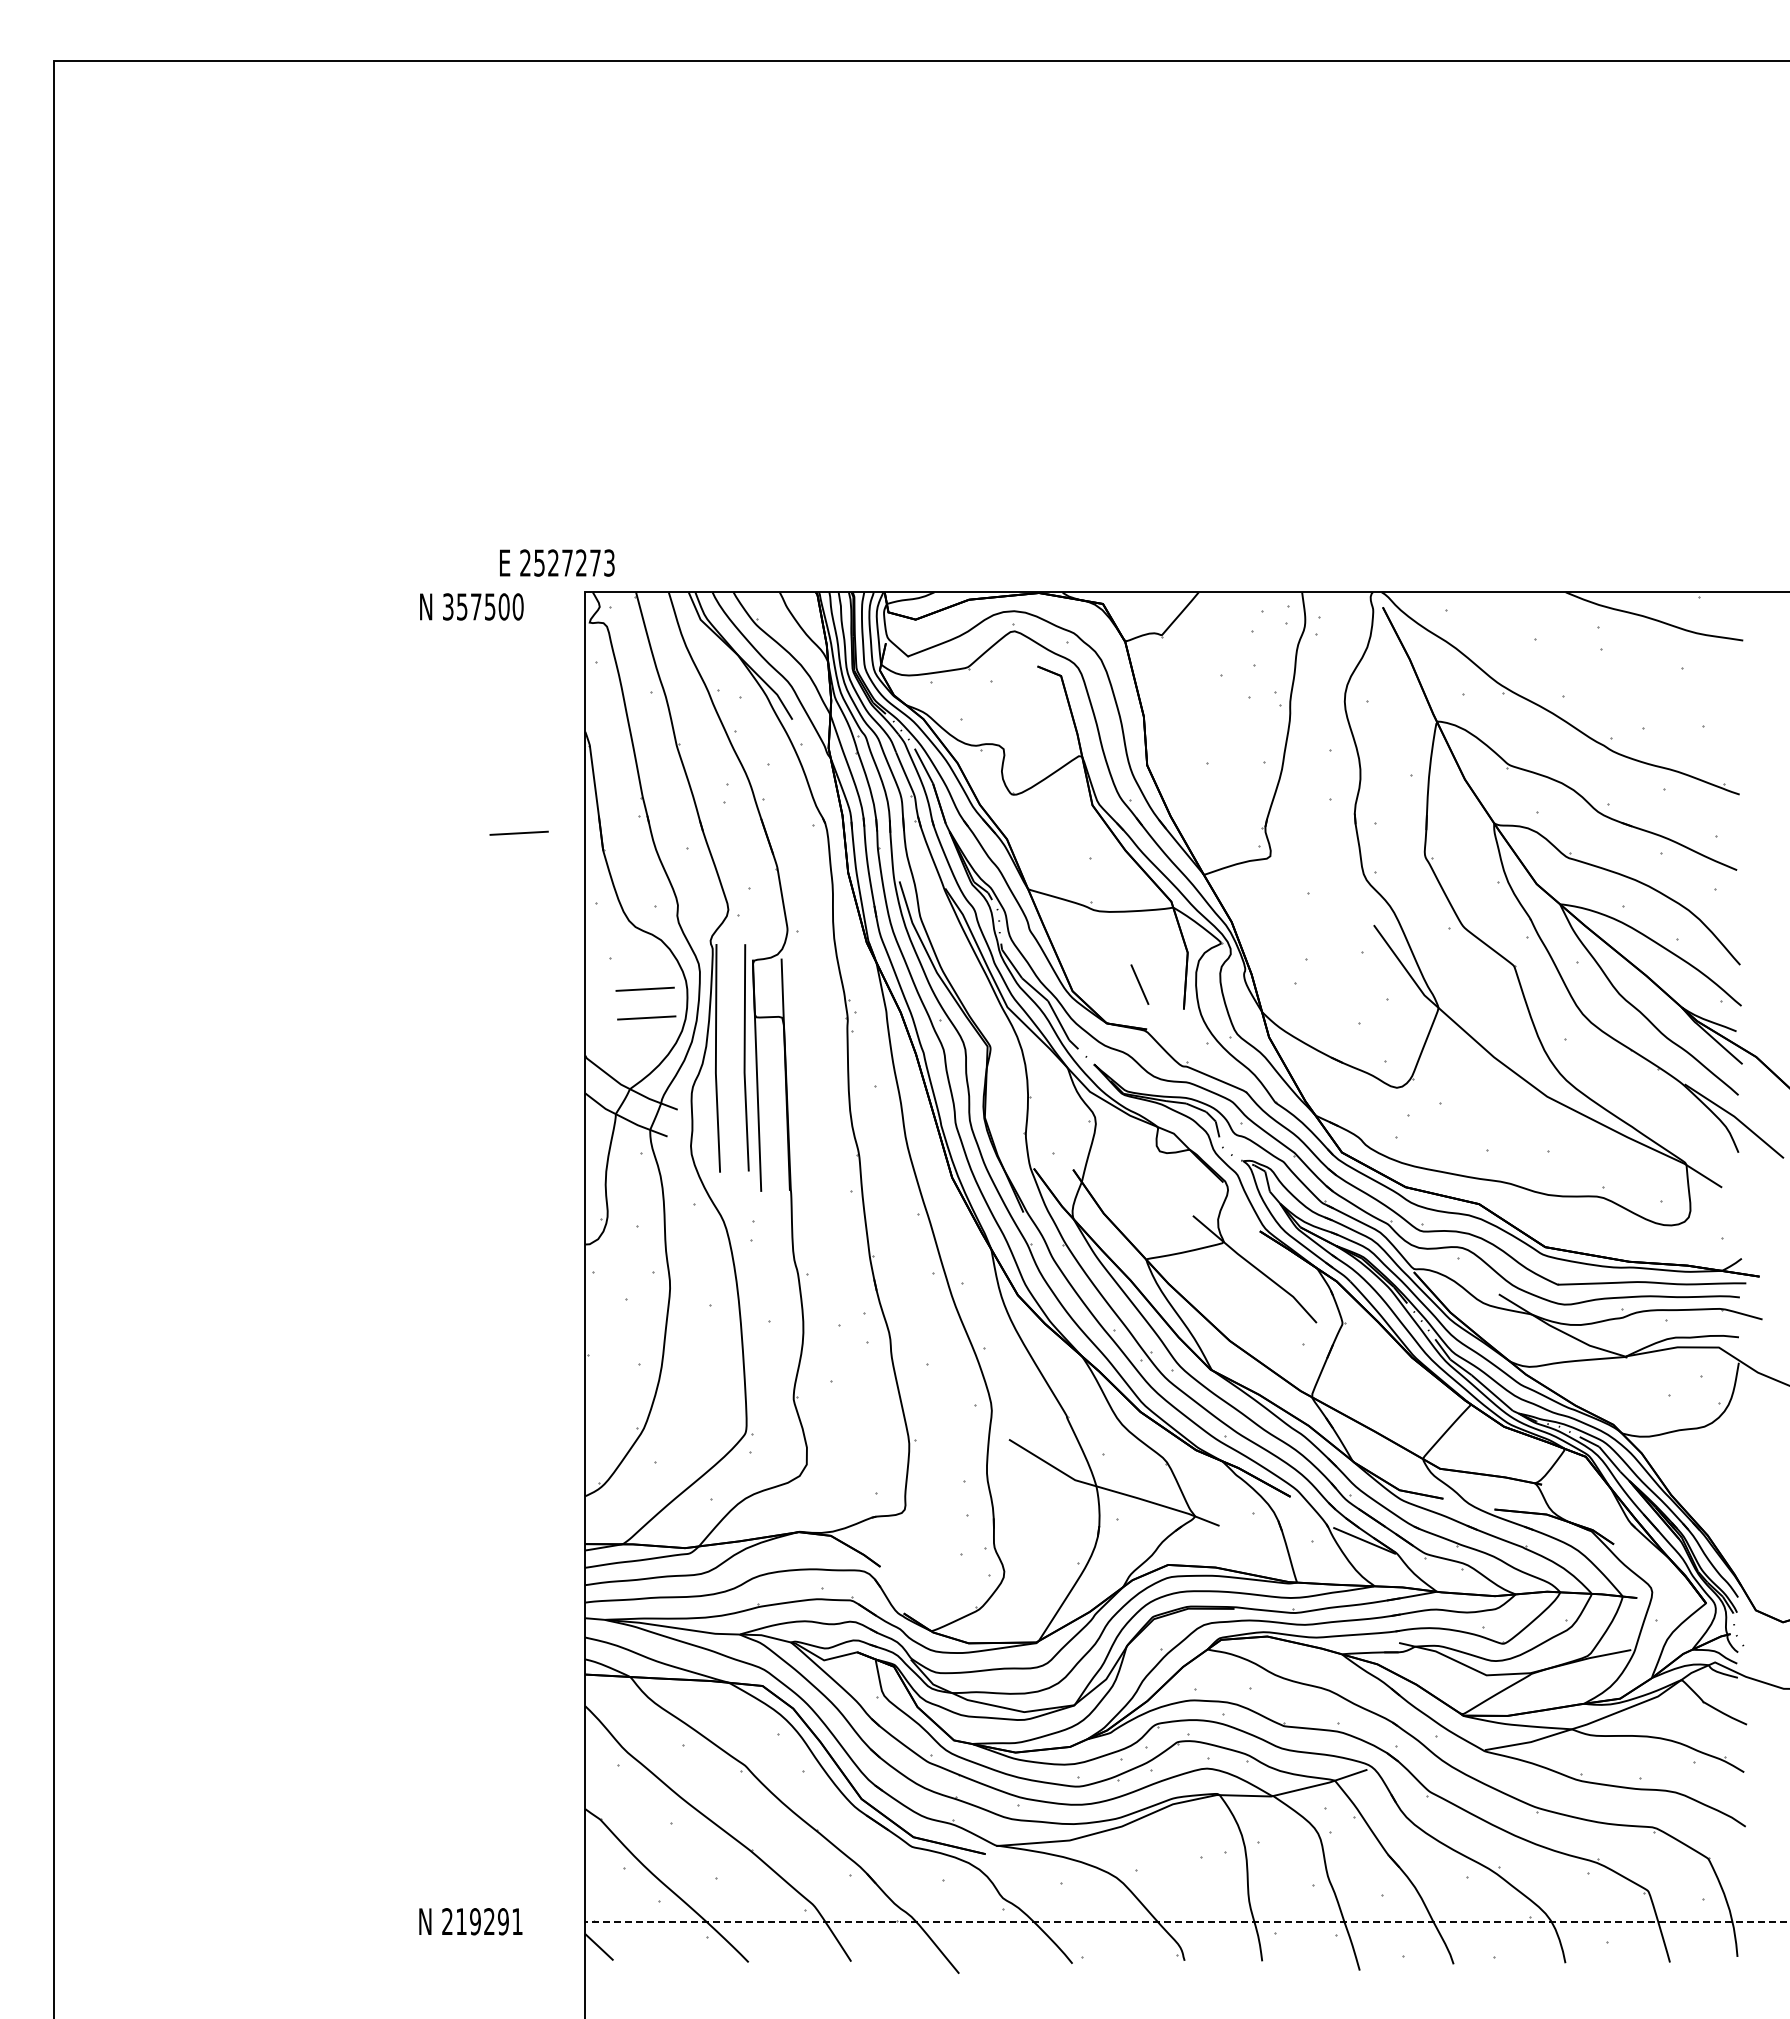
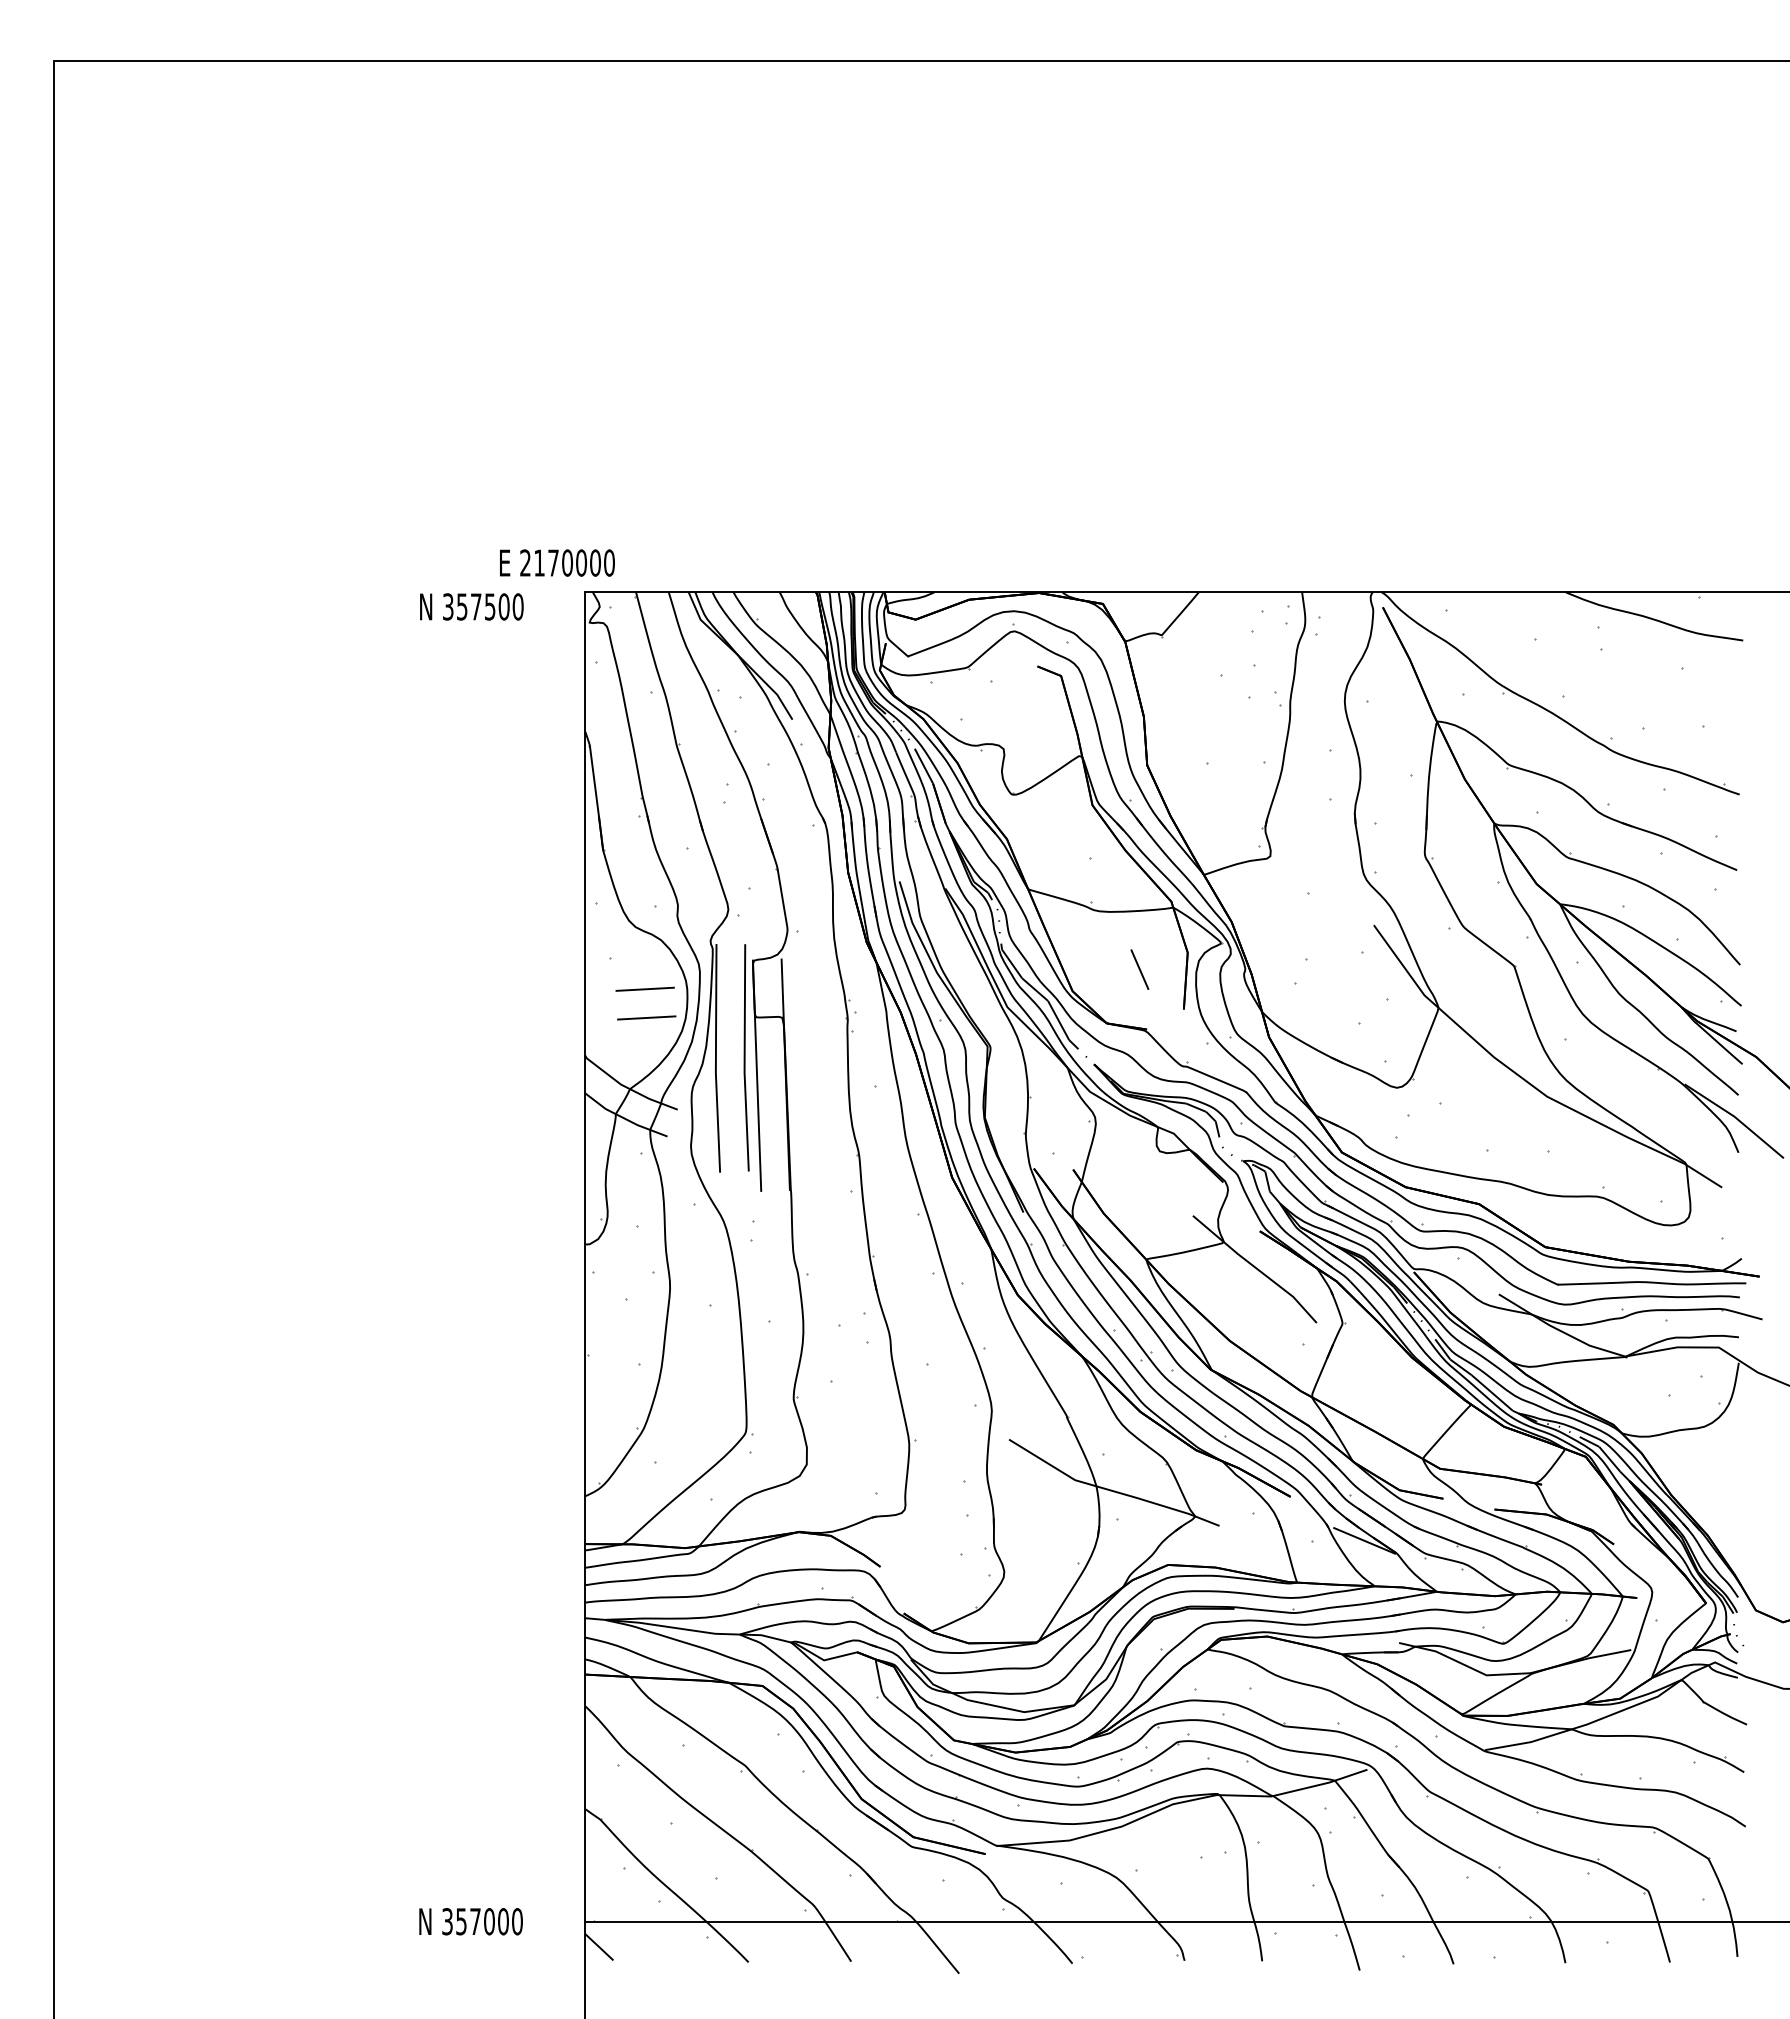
text at (574, 562): 2527273 -> 2170000
line at (518, 832): present -> none
line at (1139, 984) position: (1139, 984) -> (1139, 969)
text at (482, 1921): 219291 -> 357000
line at (1186, 1921): dashed -> solid
